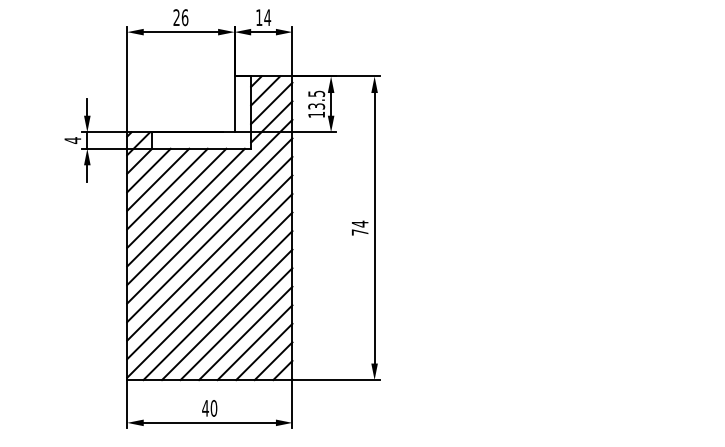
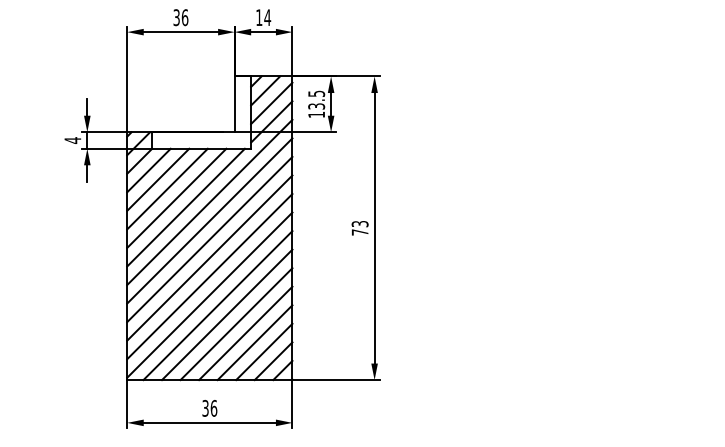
text at (176, 17): 26 -> 36
text at (359, 223): 74 -> 73
text at (209, 407): 40 -> 36
